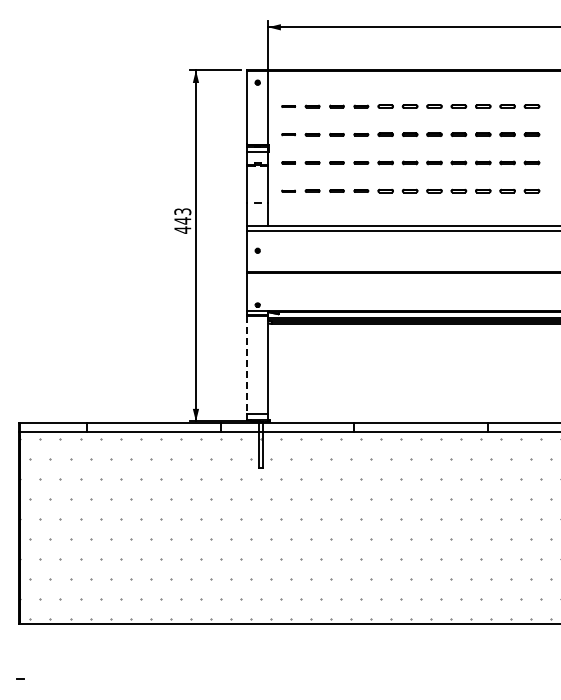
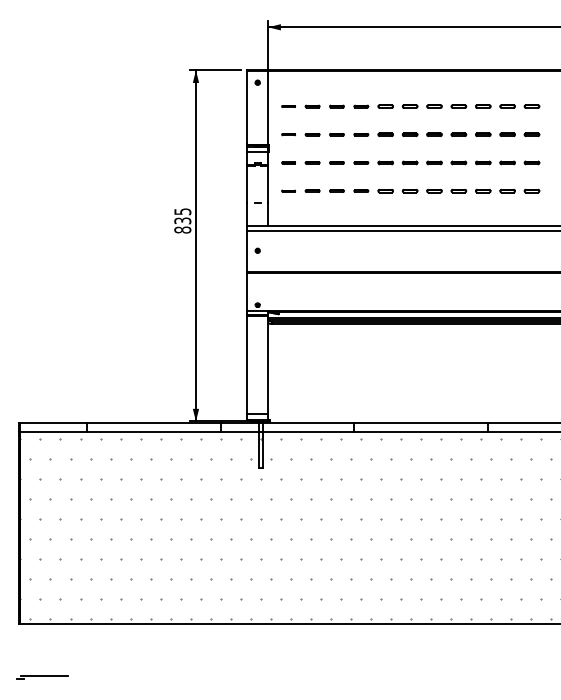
text at (182, 220): 443 -> 835
line at (247, 365): dashed -> solid
line at (44, 676): none -> present
